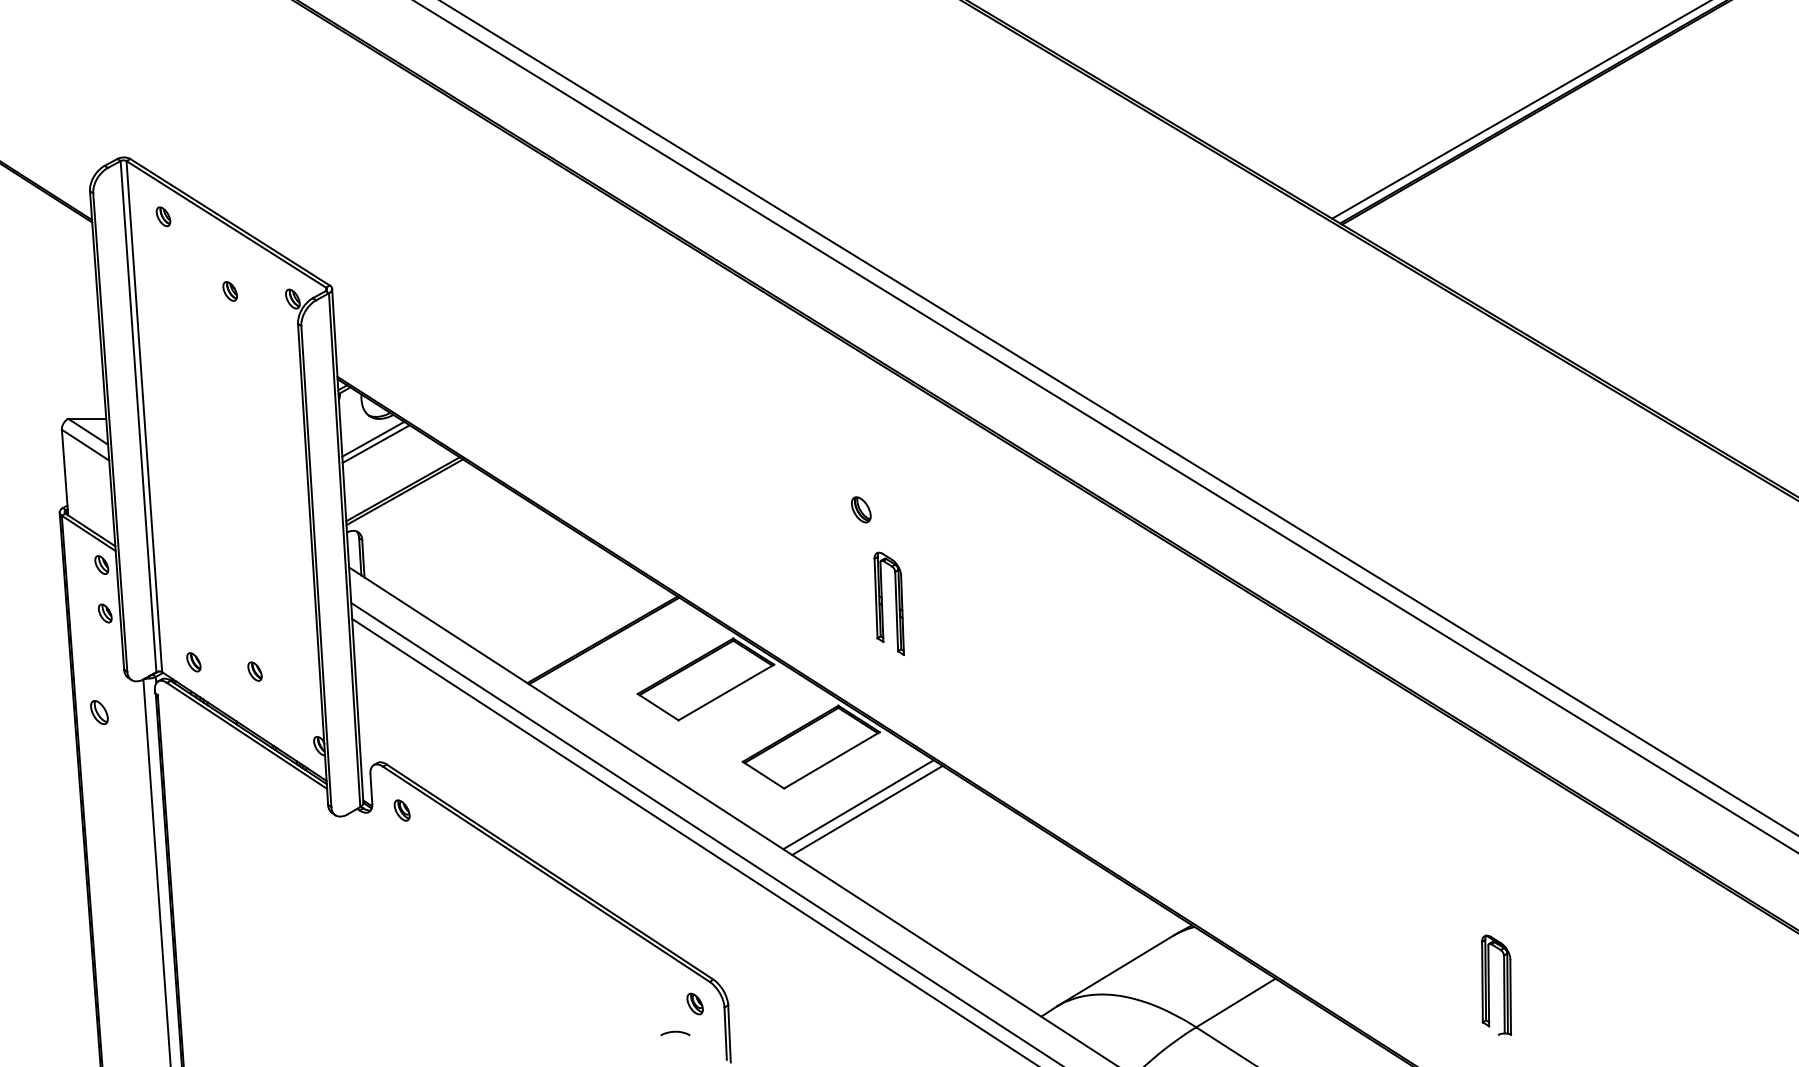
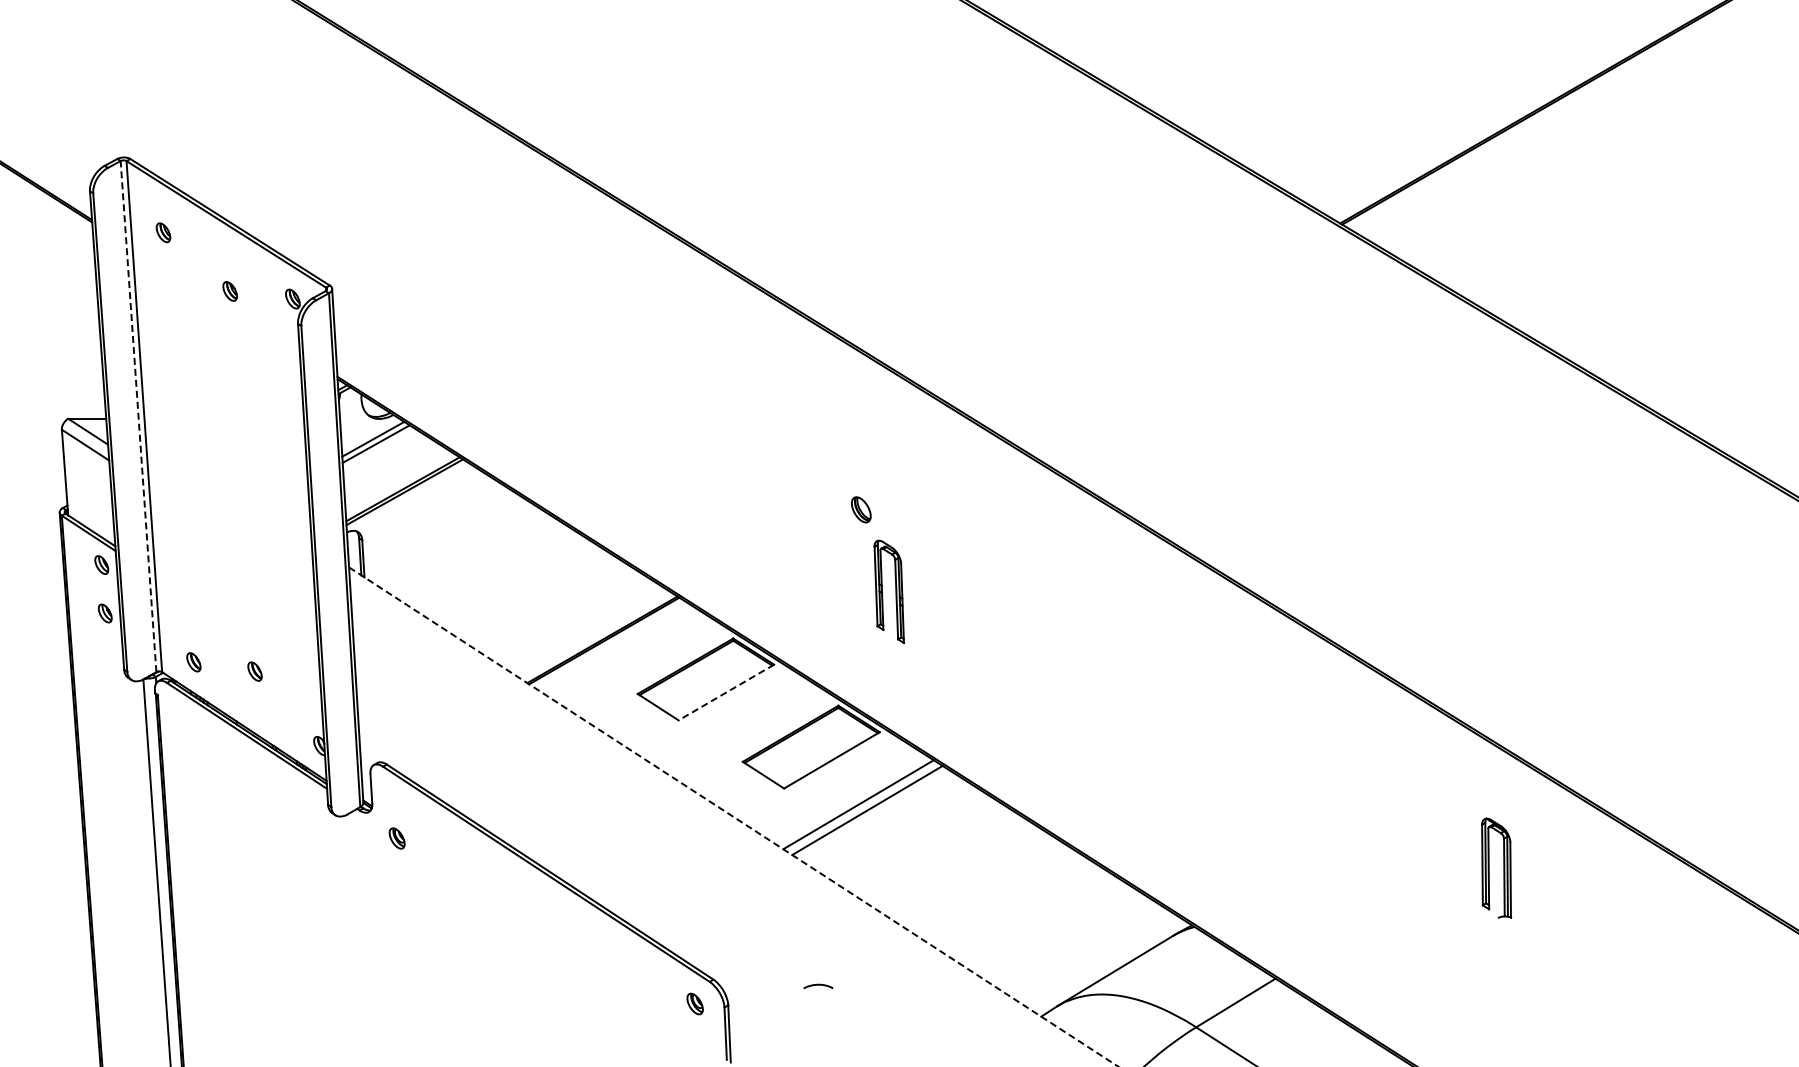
line at (1519, 110): present -> none
part at (163, 216) position: (163, 216) -> (163, 232)
line at (138, 416): solid -> dashed
line at (1118, 418): present -> none
line at (1105, 426): present -> none
part at (888, 603) position: (888, 603) -> (888, 591)
line at (725, 692): solid -> dashed
part at (99, 712): present -> none
part at (401, 810) position: (401, 810) -> (396, 838)
line at (733, 817): solid -> dashed
line at (704, 832): present -> none
line at (693, 840): present -> none
part at (1489, 984) position: (1489, 984) -> (1489, 867)
curve at (675, 1032) position: (675, 1032) -> (818, 985)
